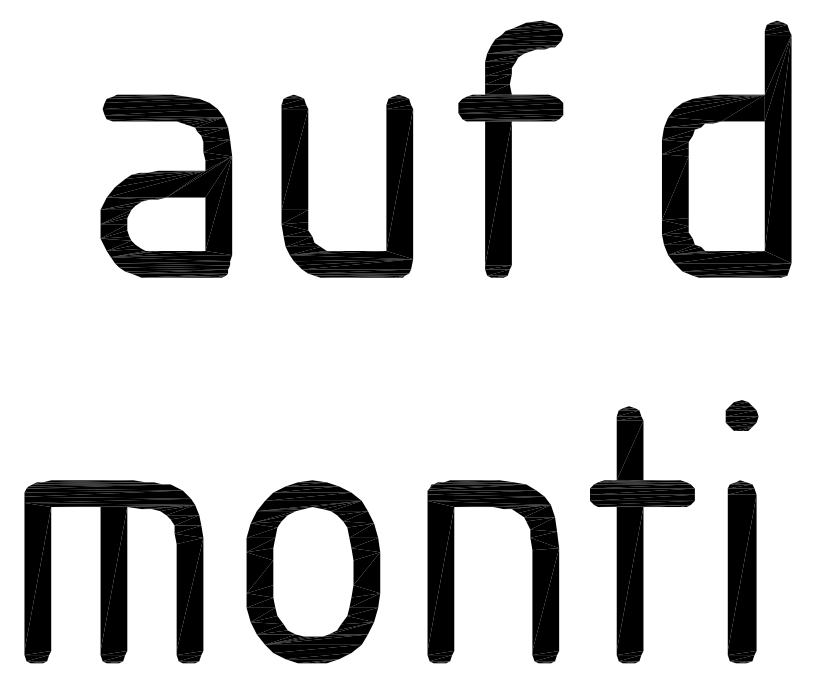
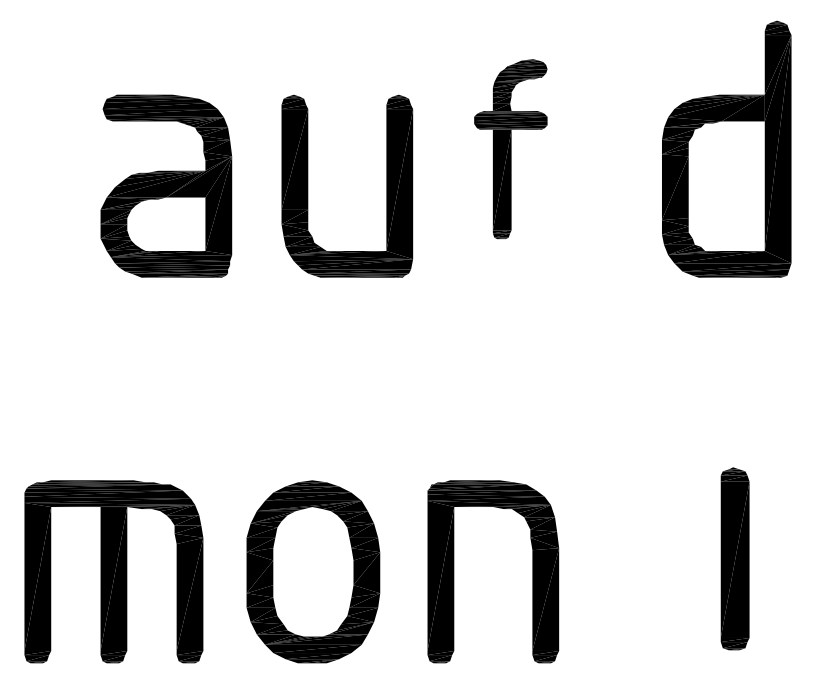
part at (510, 148) size: 106x258 px -> 74x180 px
part at (741, 415): present -> none
part at (642, 534): present -> none
part at (741, 571) position: (741, 571) -> (734, 558)
